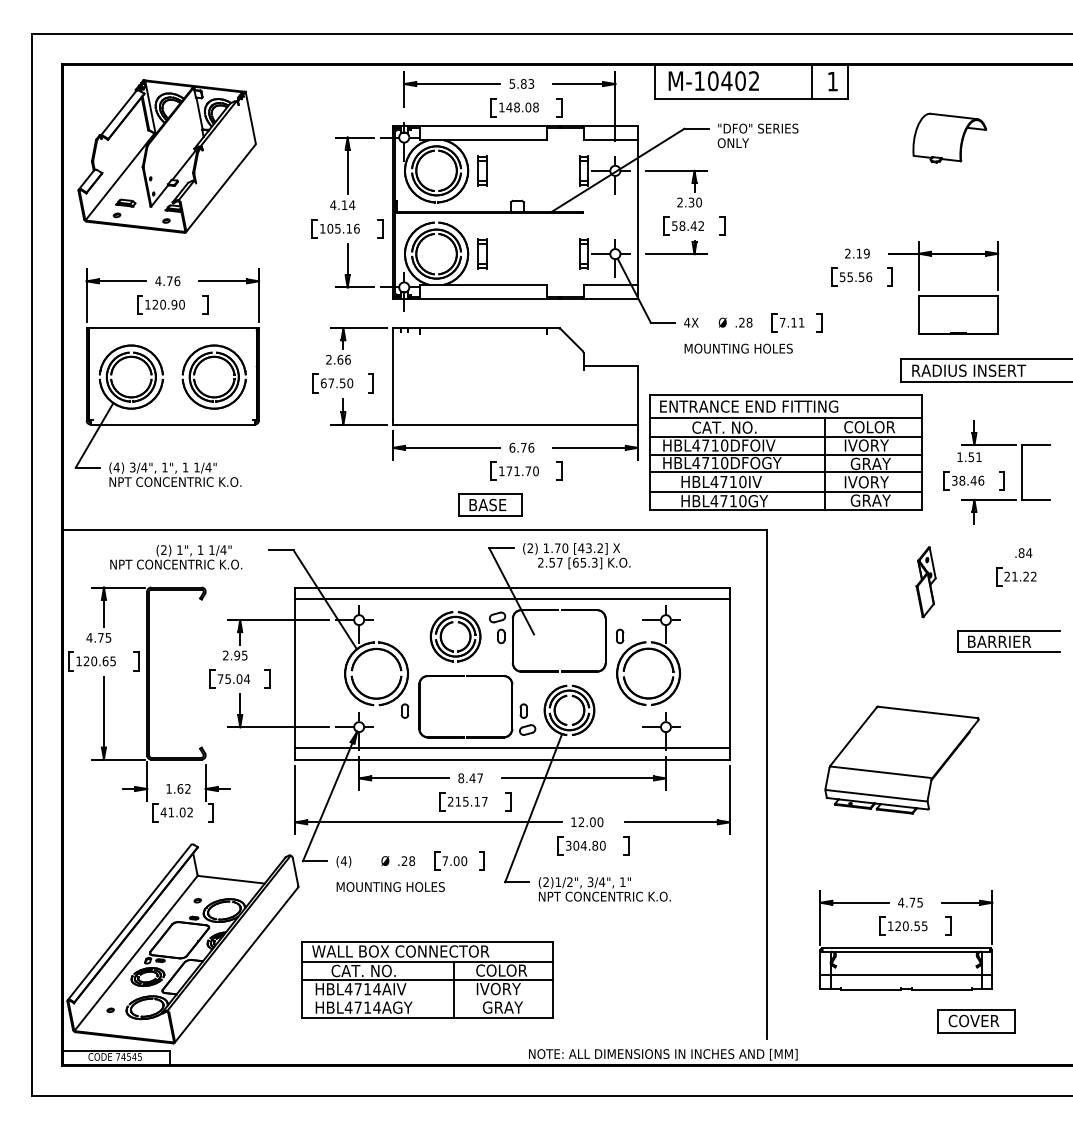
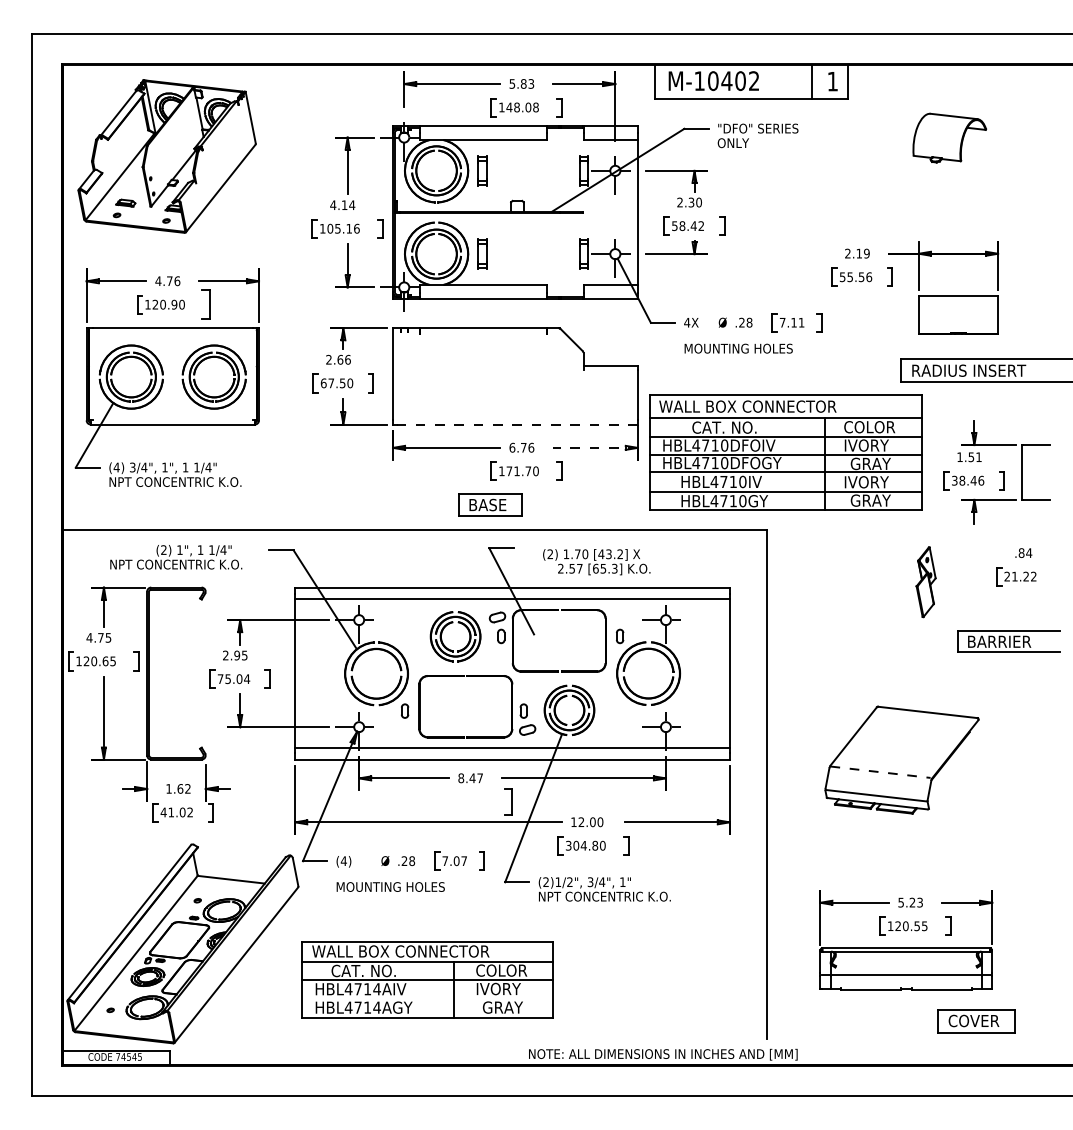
part at (205, 304) size: 7x20 px -> 10x31 px
text at (748, 406): ENTRANCE END FITTING -> WALL BOX CONNECTOR
line at (516, 424): solid -> dashed
line at (595, 447): solid -> dashed
text at (576, 556) position: (576, 556) -> (596, 562)
line at (881, 772): solid -> dashed
part at (463, 801): present -> none
part at (508, 801) size: 7x20 px -> 9x28 px
text at (464, 861): 7.00 -> 7.07
text at (910, 902): 4.75 -> 5.23
